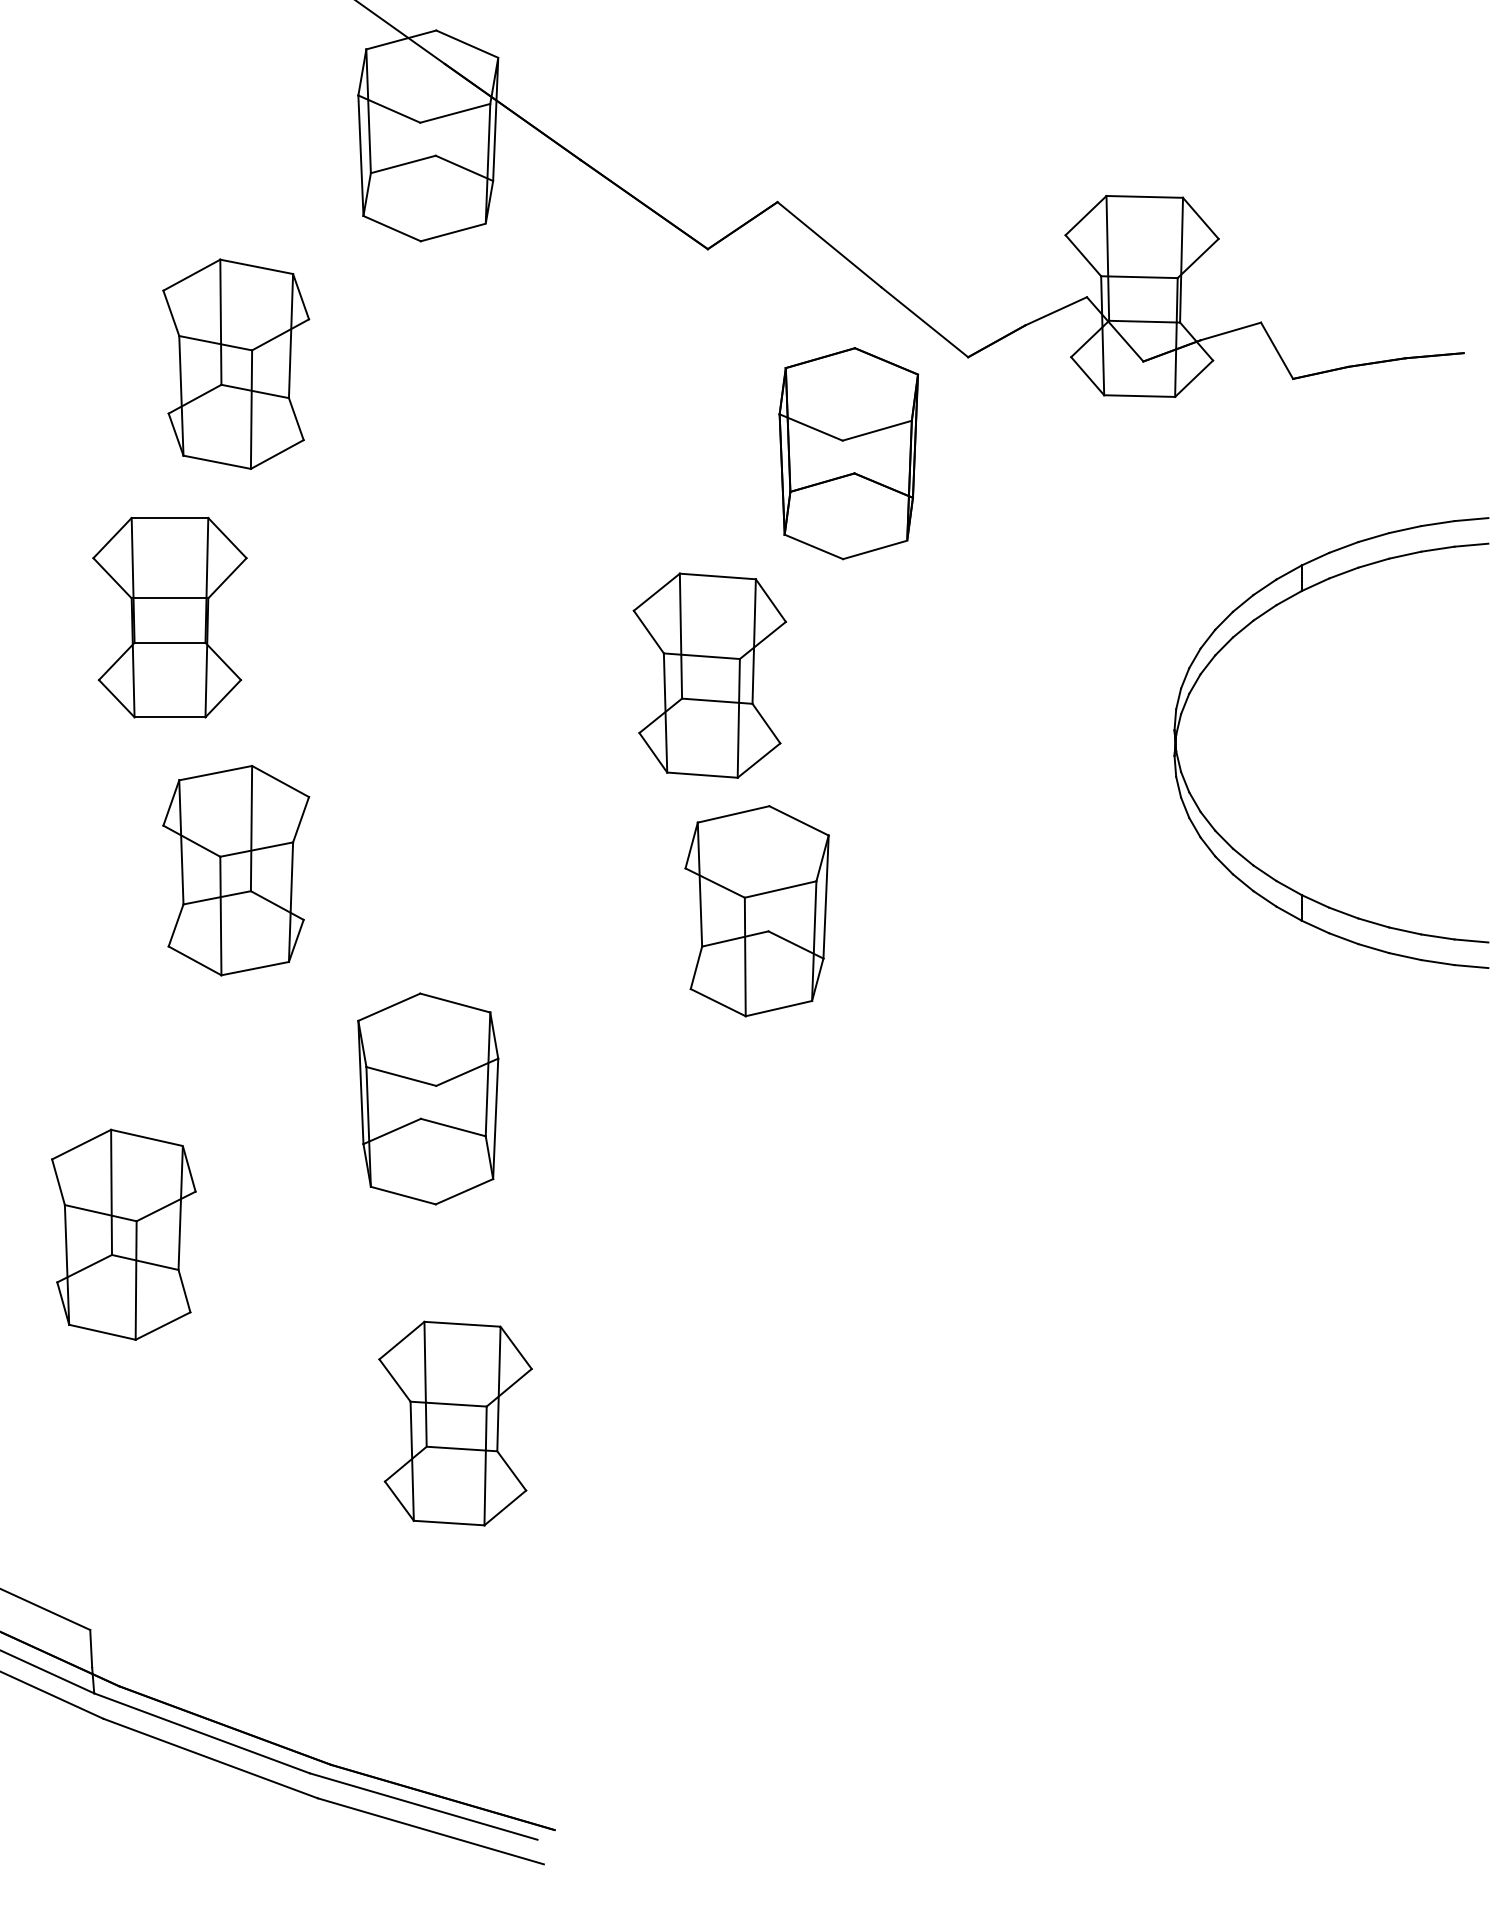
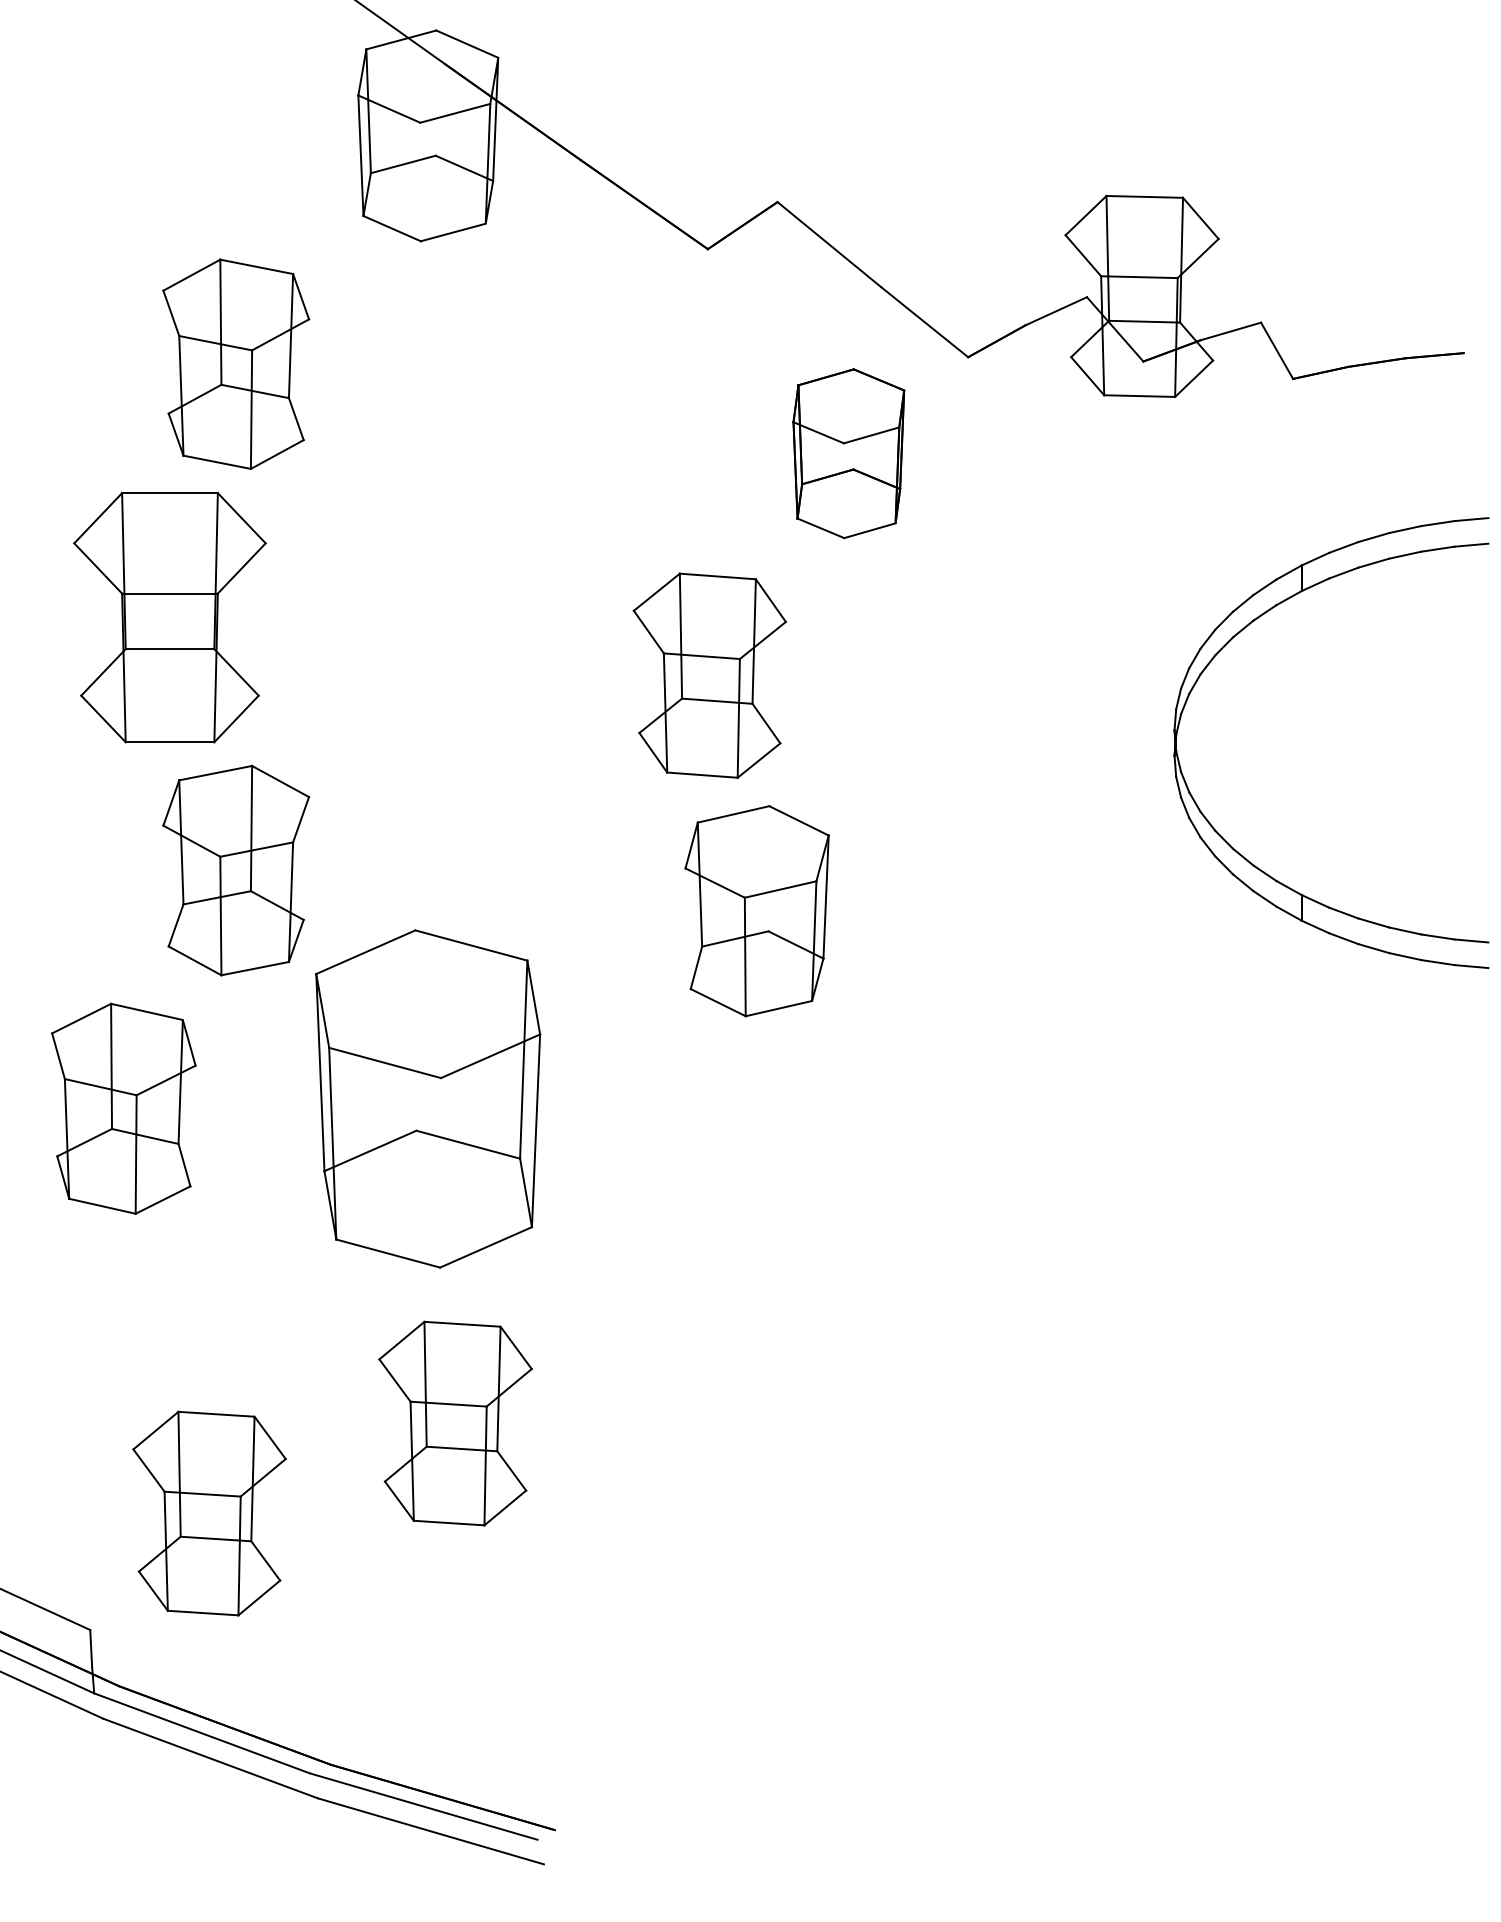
part at (848, 453) size: 142x214 px -> 114x172 px
part at (169, 617) size: 156x203 px -> 194x252 px
part at (428, 1098) size: 143x214 px -> 227x340 px
part at (123, 1234) position: (123, 1234) -> (123, 1108)
part at (209, 1513): none -> present
